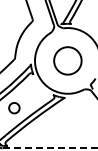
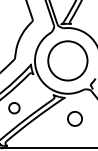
circle at (67, 60) diameter: 27 px -> 39 px
part at (74, 118): none -> present
line at (50, 148): dashed -> solid
